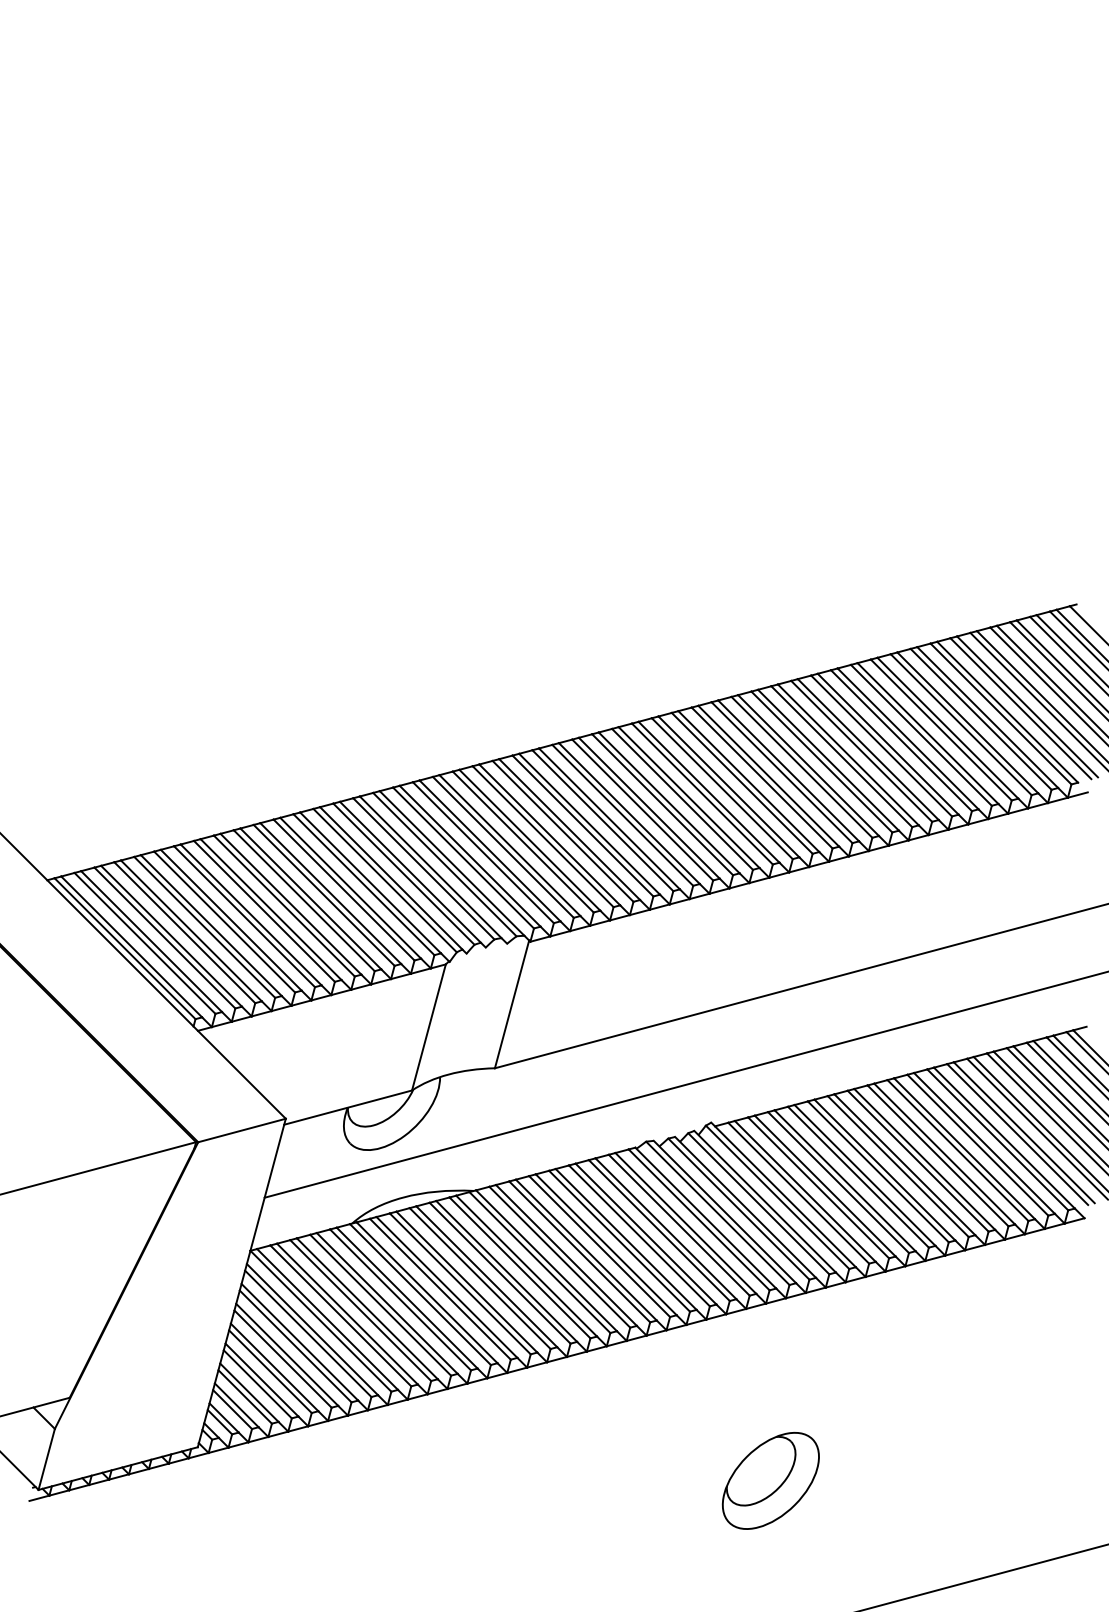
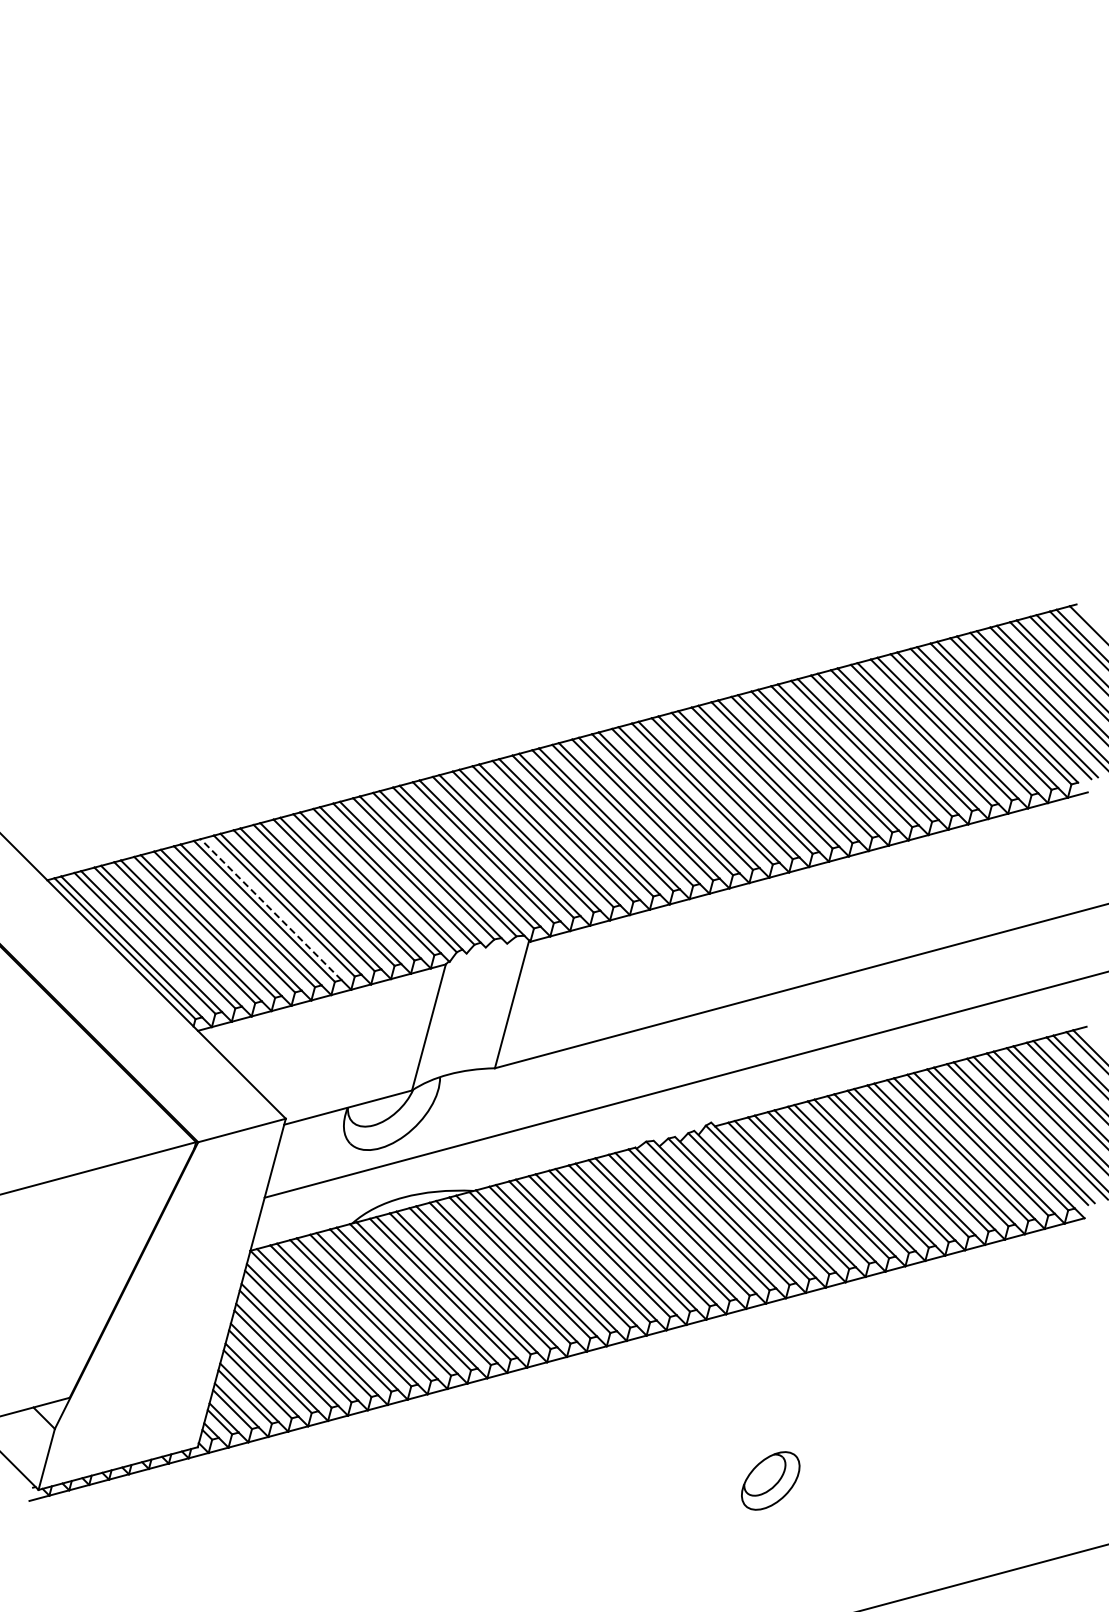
line at (271, 909): solid -> dashed
part at (770, 1480) size: 99x98 px -> 60x60 px
